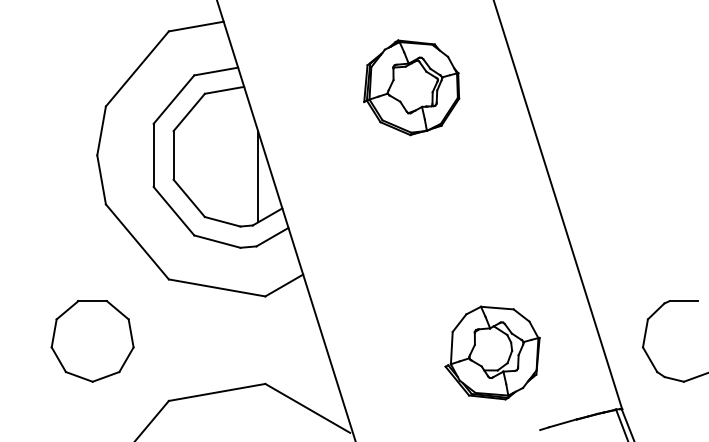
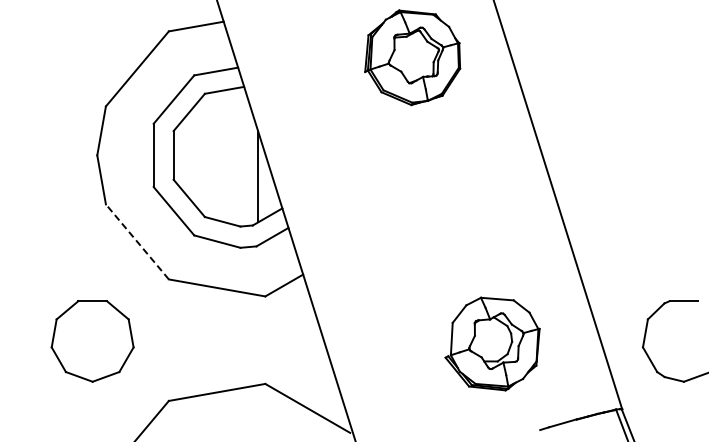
part at (411, 87) position: (411, 87) -> (412, 57)
line at (137, 241): solid -> dashed
part at (492, 352) position: (492, 352) -> (492, 343)
